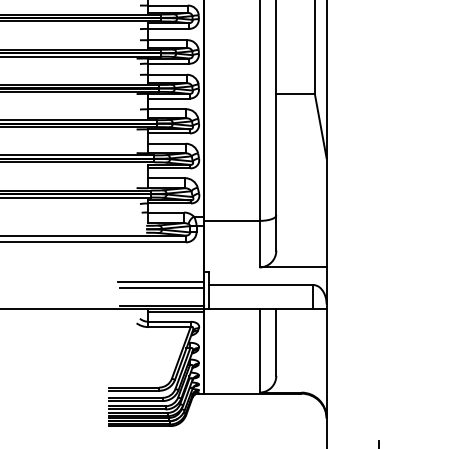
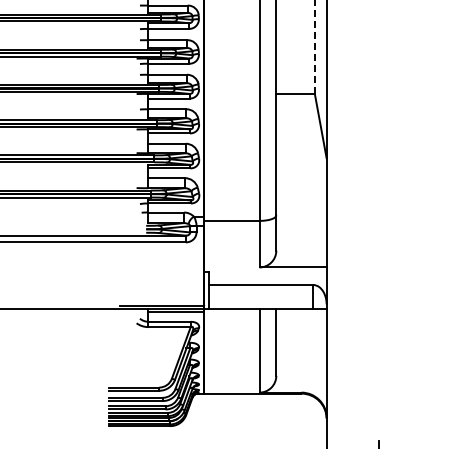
line at (314, 47): solid -> dashed
line at (160, 281): present -> none
line at (162, 287): present -> none
